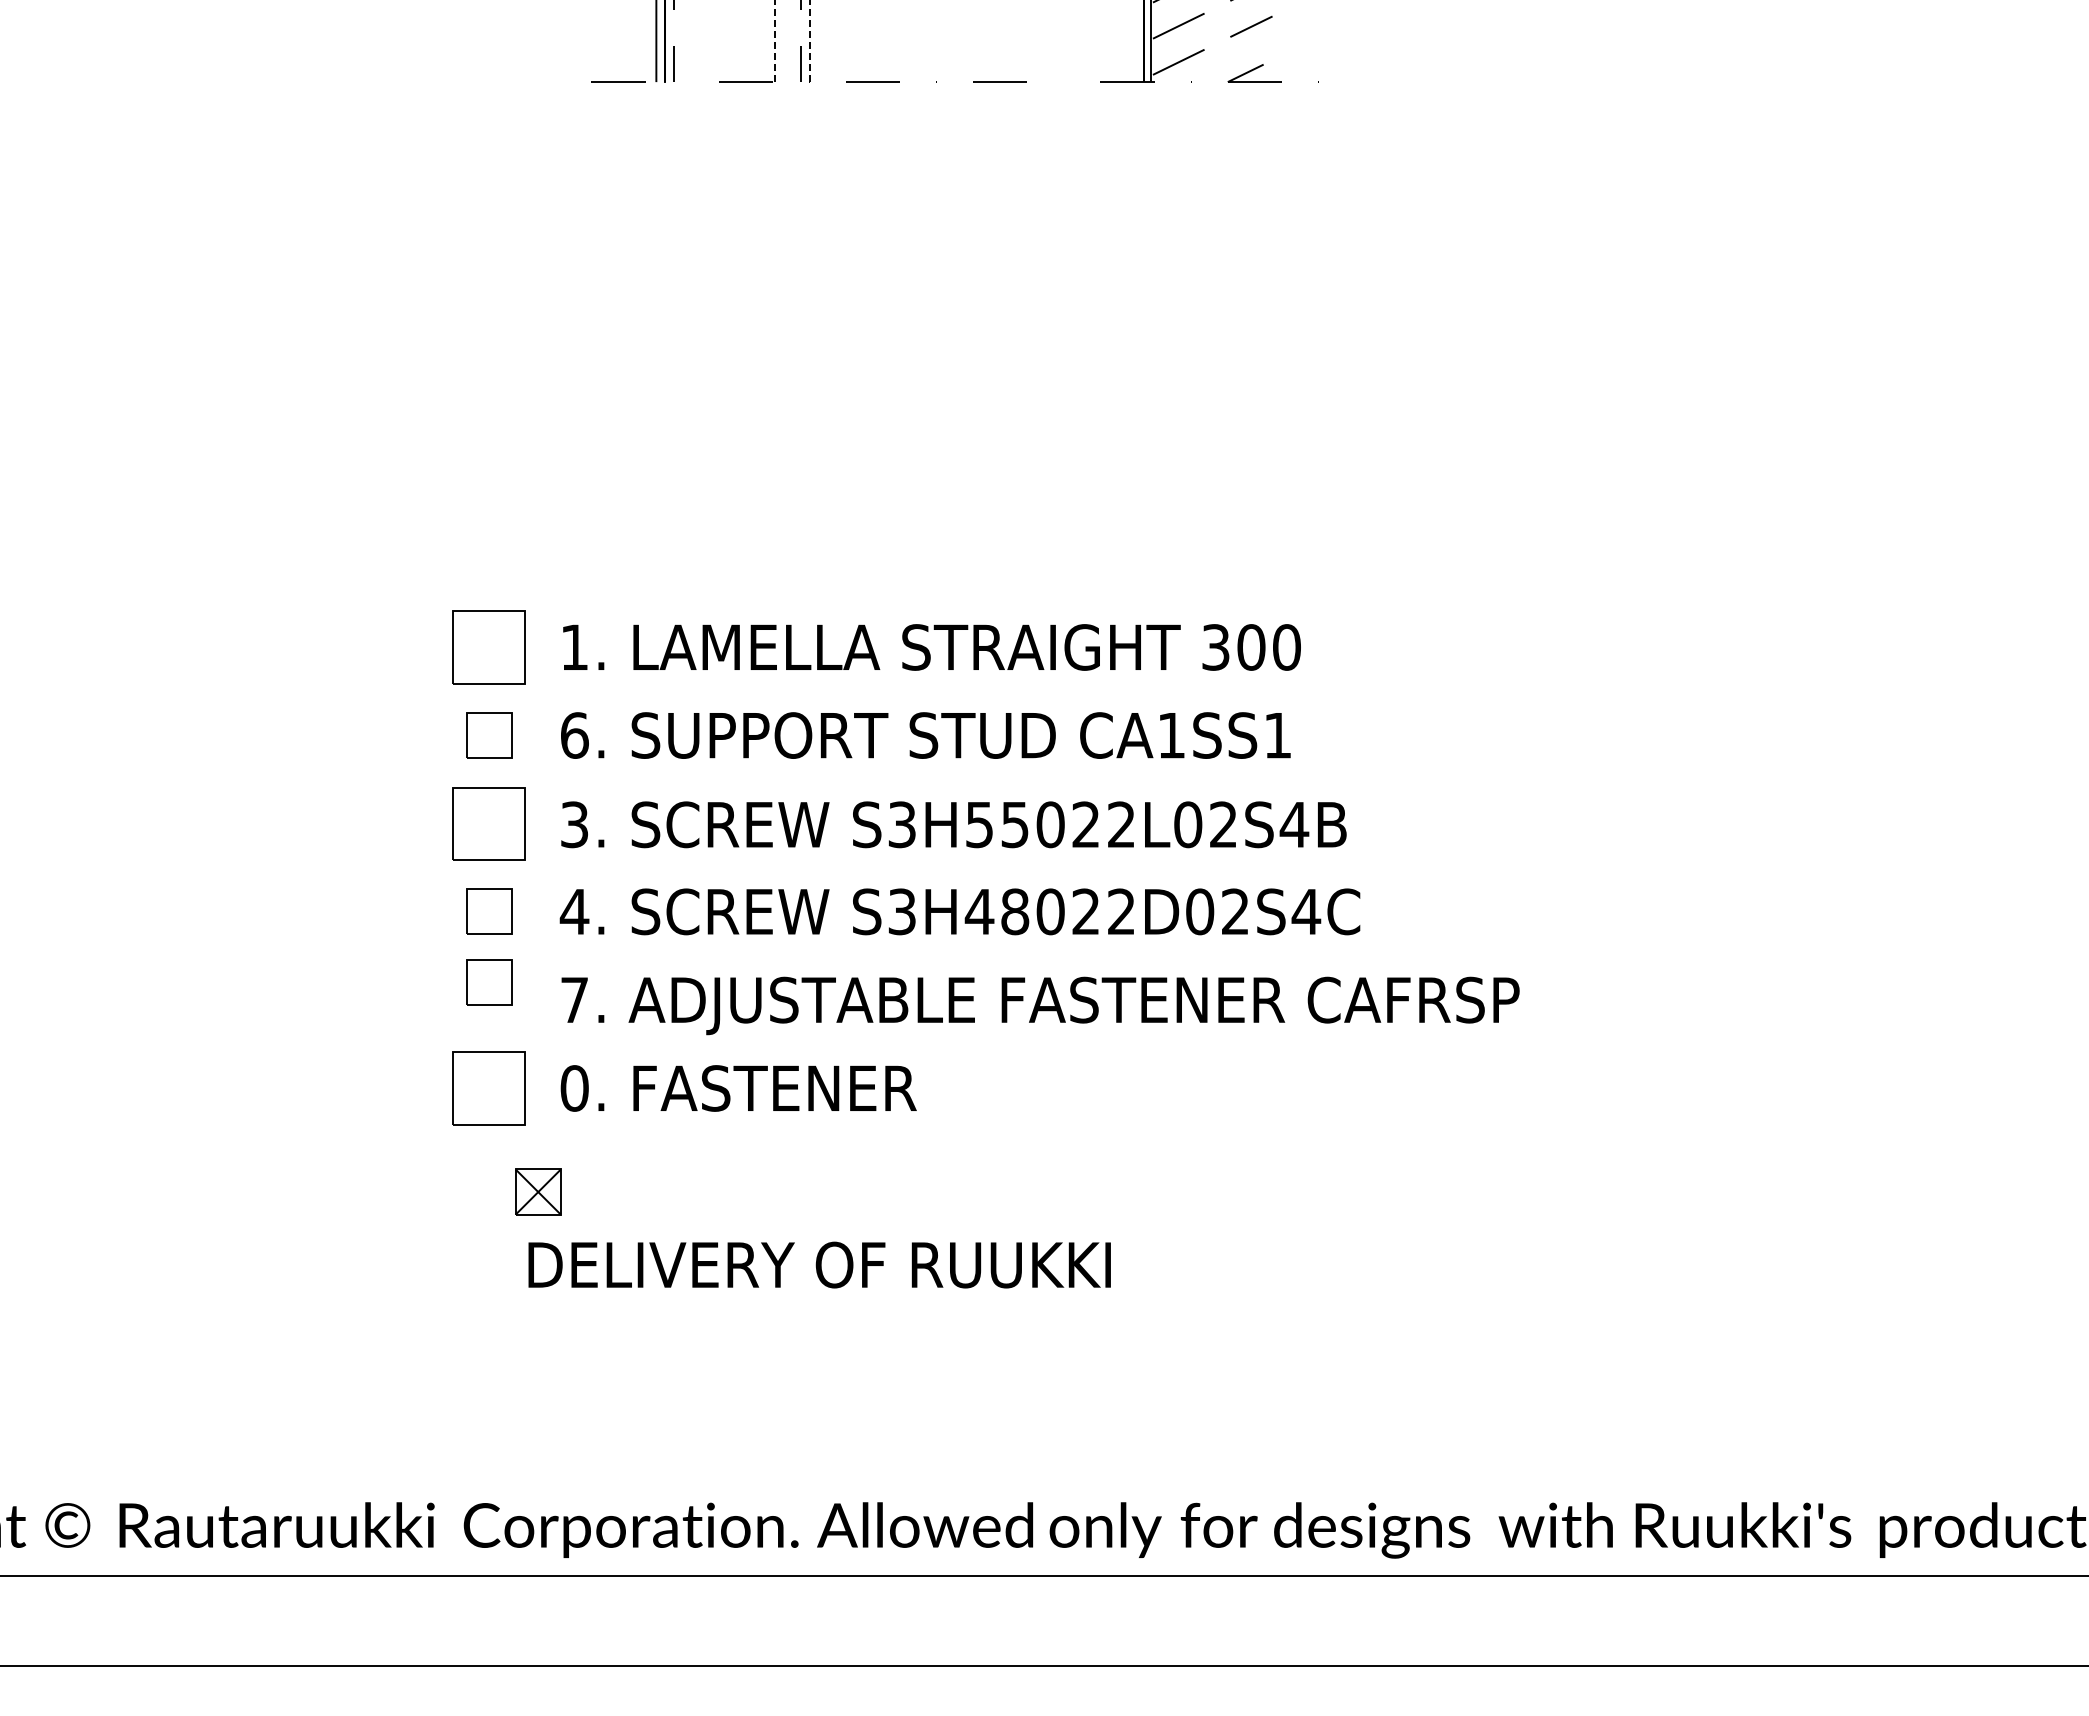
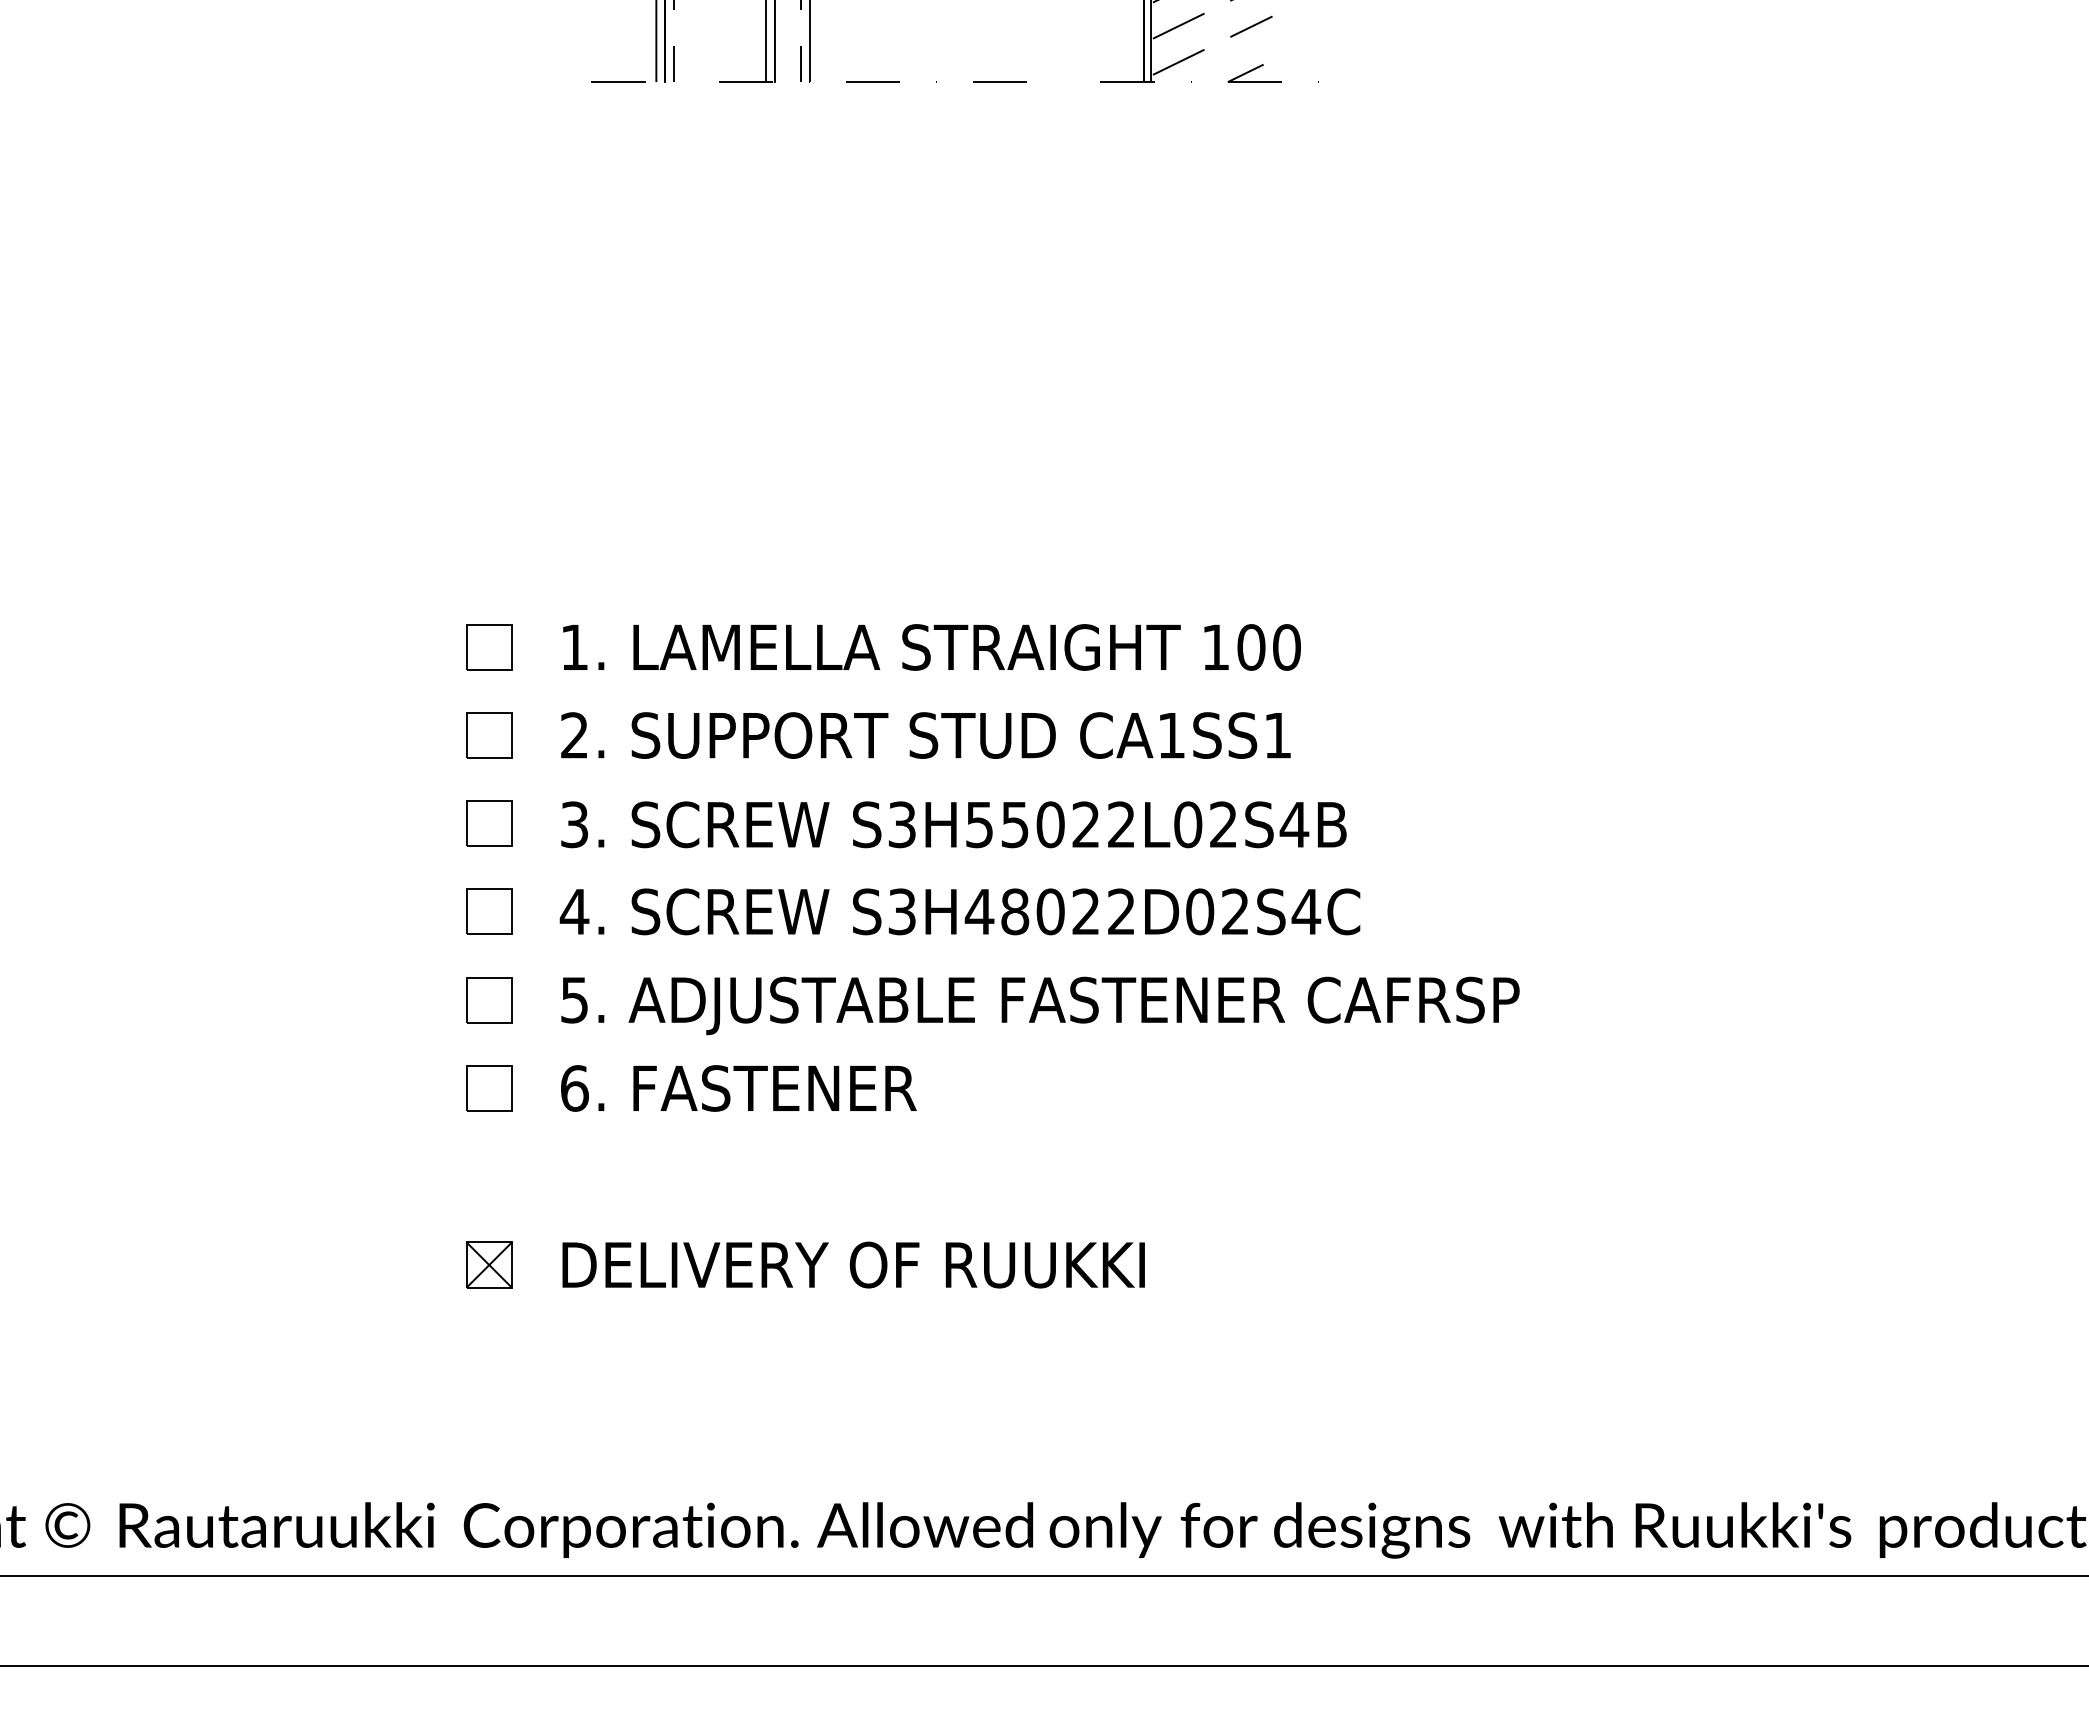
line at (774, 41): dashed -> solid
line at (809, 41): dashed -> solid
line at (765, 42): none -> present
part at (488, 647) size: 74x75 px -> 47x47 px
text at (1215, 647): 300 -> 100
text at (574, 735): 6. -> 2.
part at (488, 823) size: 74x74 px -> 47x47 px
part at (489, 982) position: (489, 982) -> (489, 1000)
text at (574, 1000): 7. -> 5.
part at (488, 1088) size: 74x75 px -> 47x47 px
text at (574, 1088): 0. -> 6.
part at (538, 1191) position: (538, 1191) -> (489, 1264)
text at (819, 1264) position: (819, 1264) -> (853, 1264)
